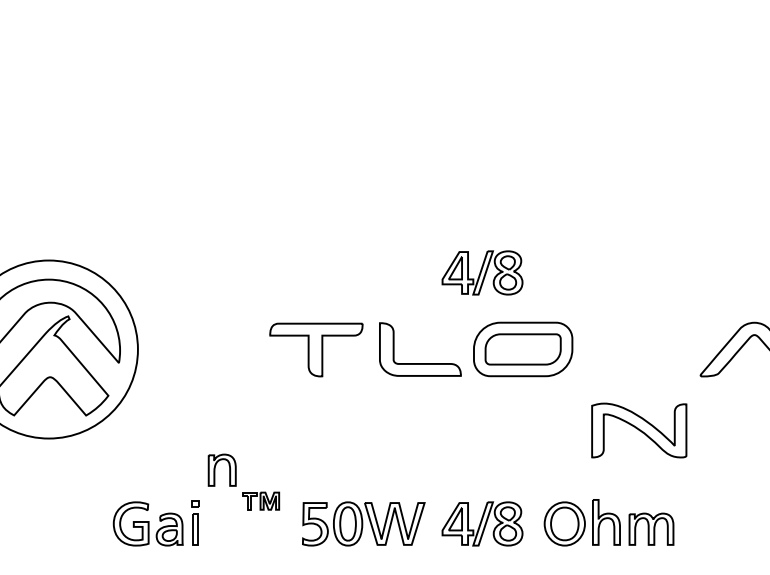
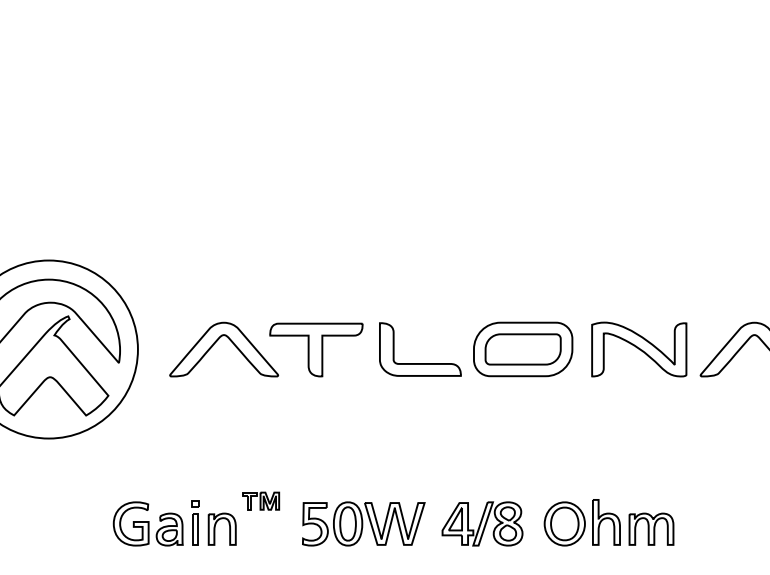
part at (482, 272): present -> none
part at (231, 342): none -> present
part at (639, 430) position: (639, 430) -> (639, 349)
part at (221, 469) position: (221, 469) -> (221, 528)
